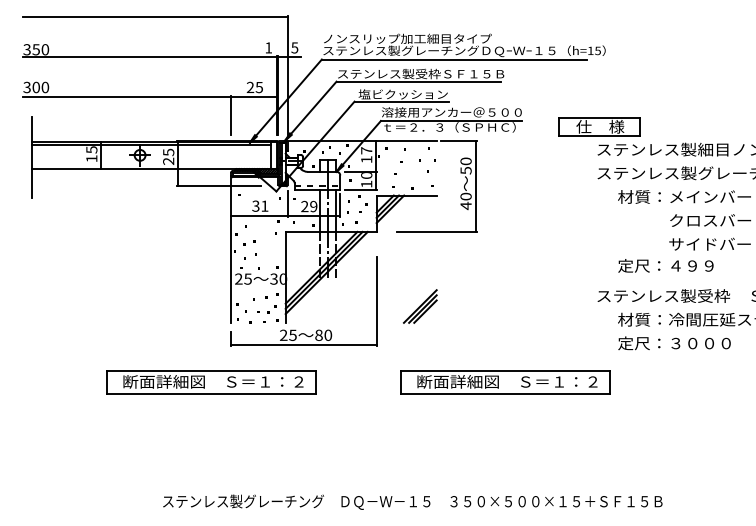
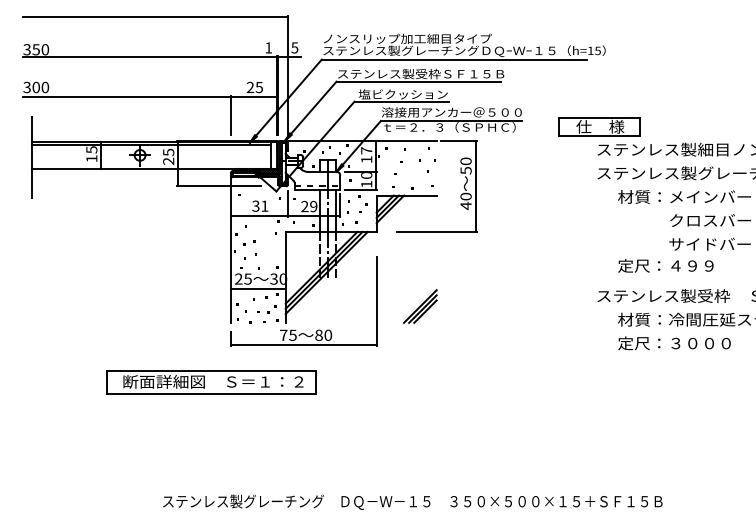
line at (258, 288): none -> present
text at (283, 334): 25 -> 75
part at (505, 382): present -> none
